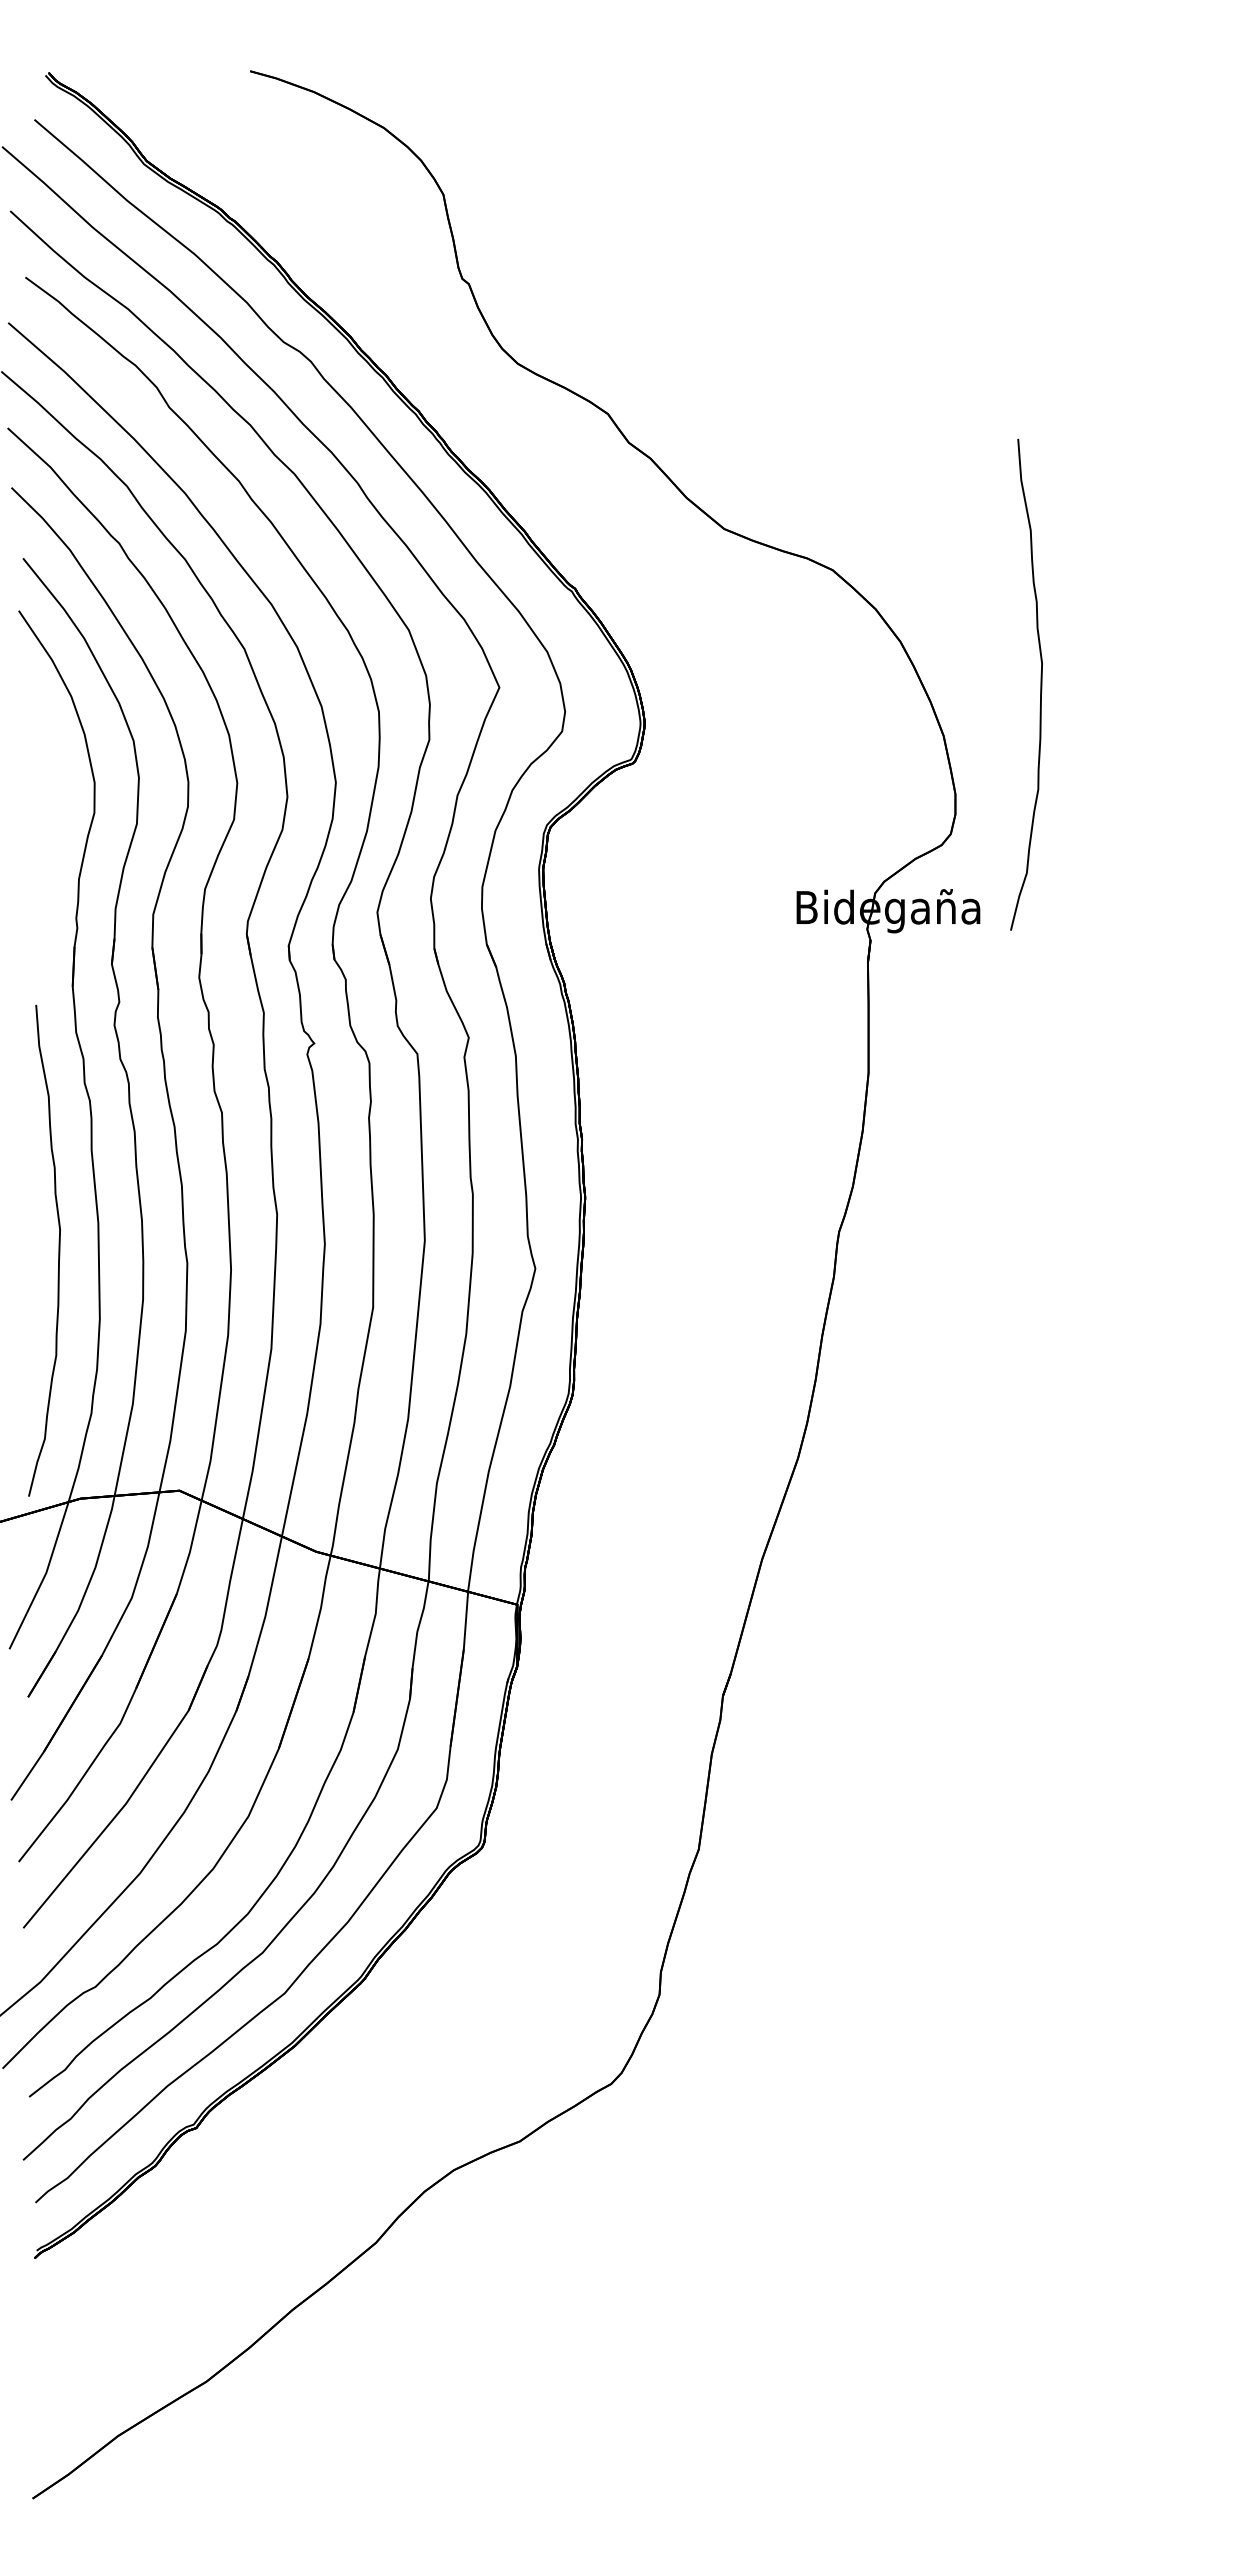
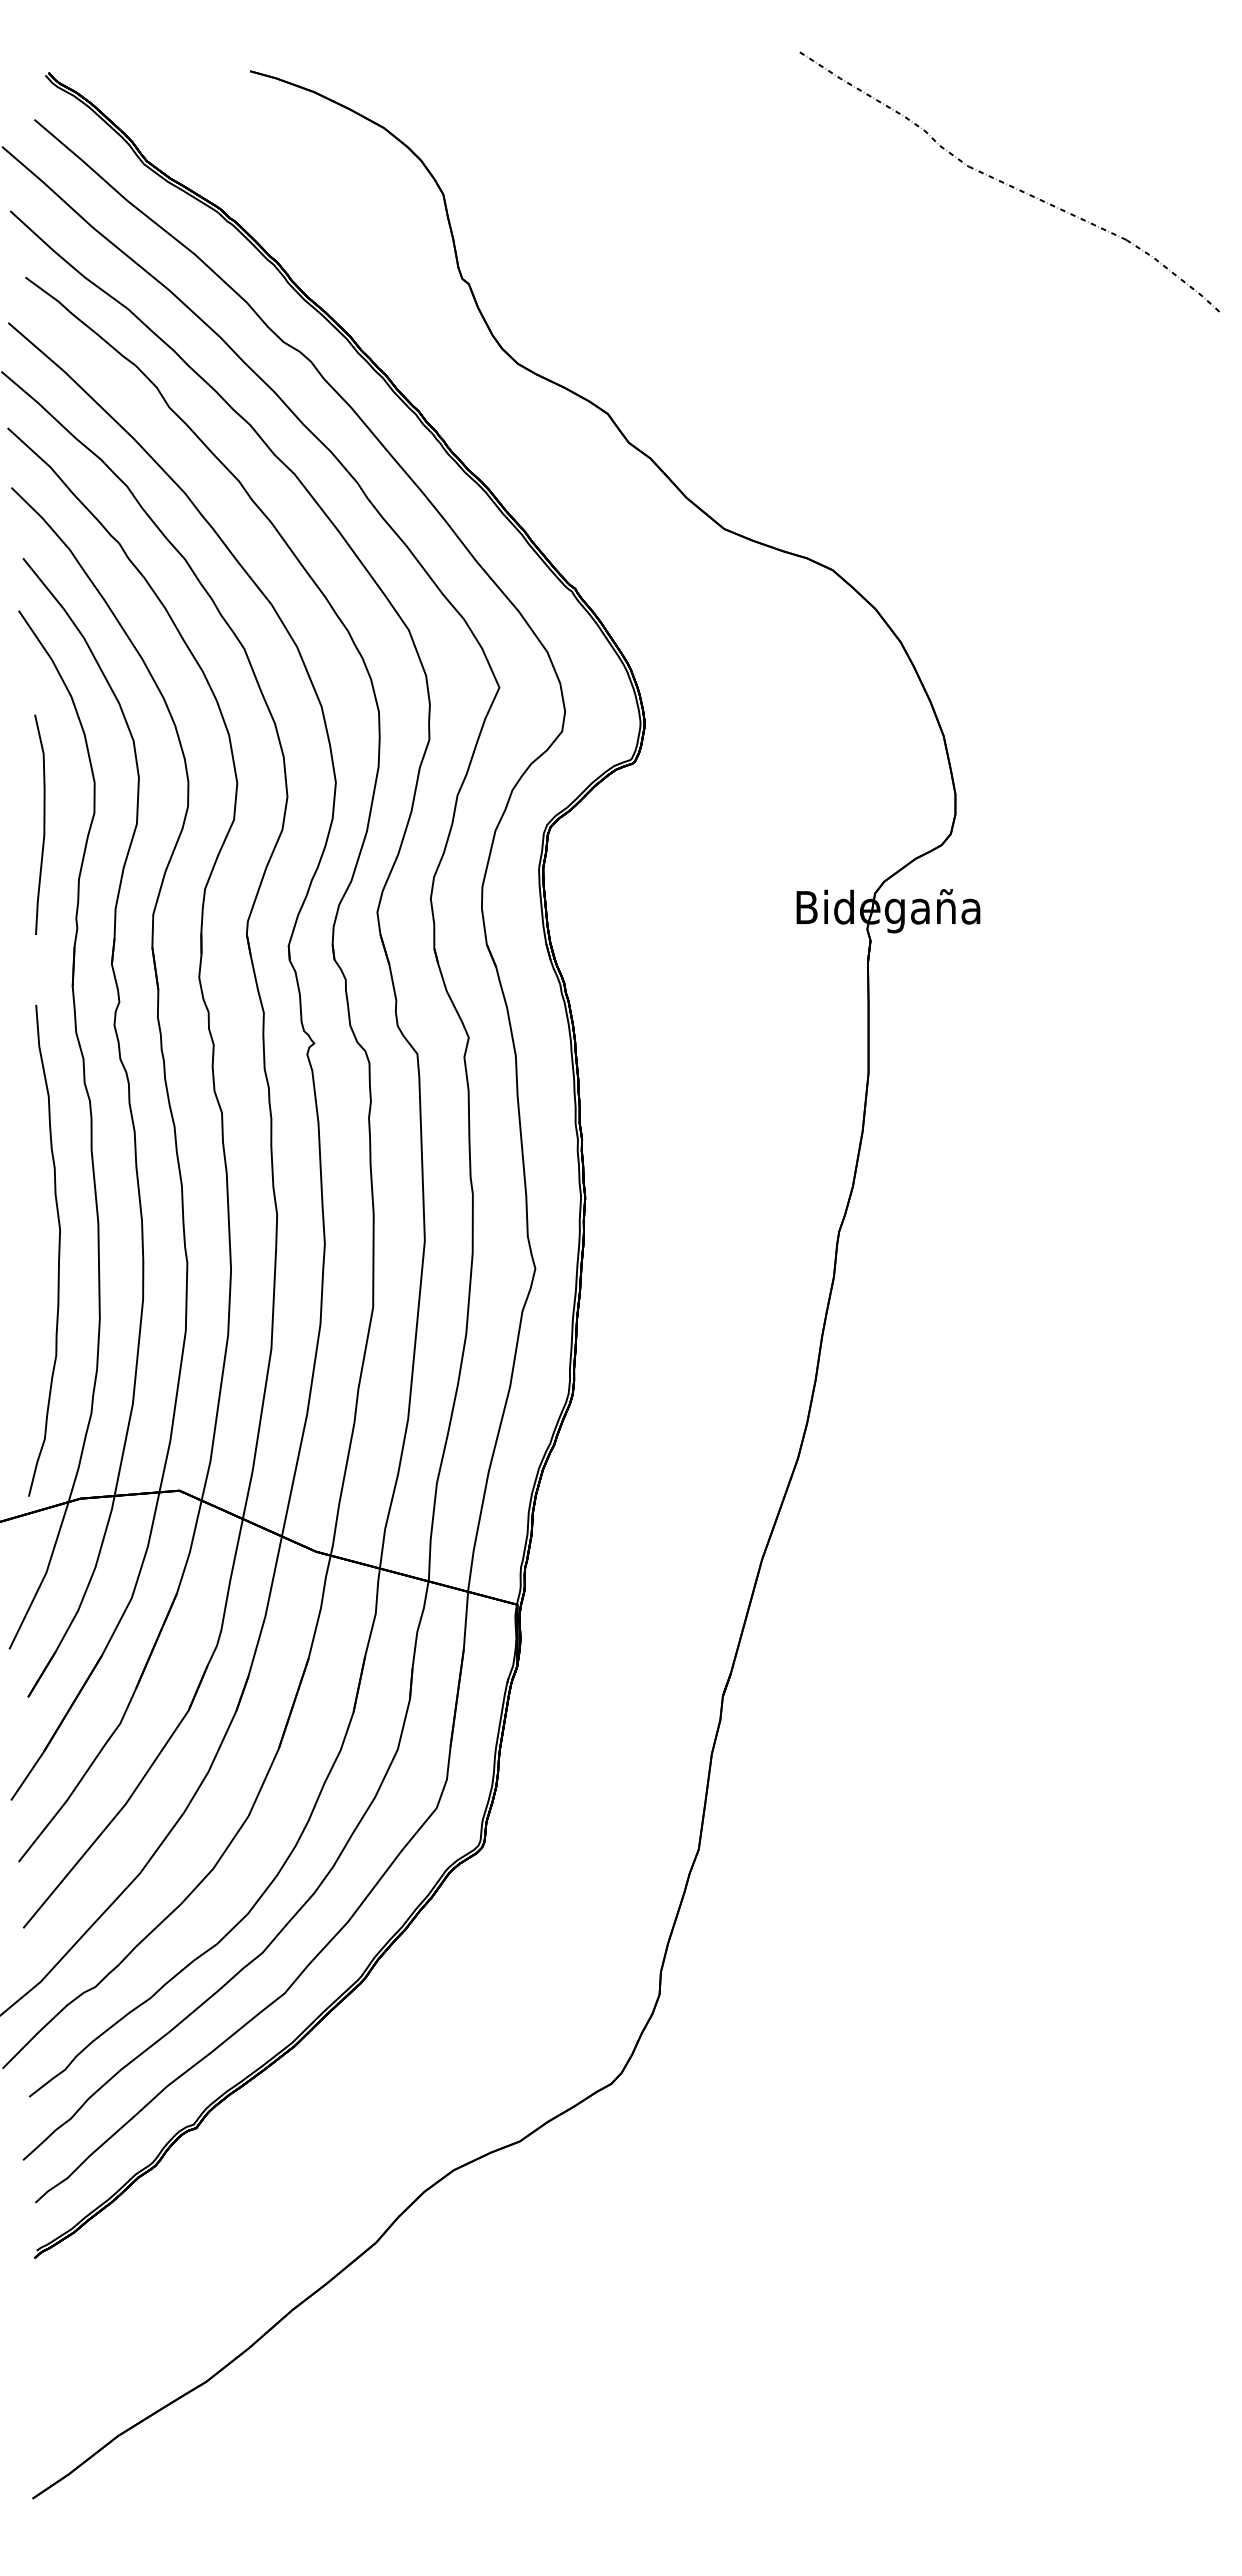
part at (1009, 181): none -> present
curve at (1040, 684): present -> none
curve at (43, 824): none -> present
